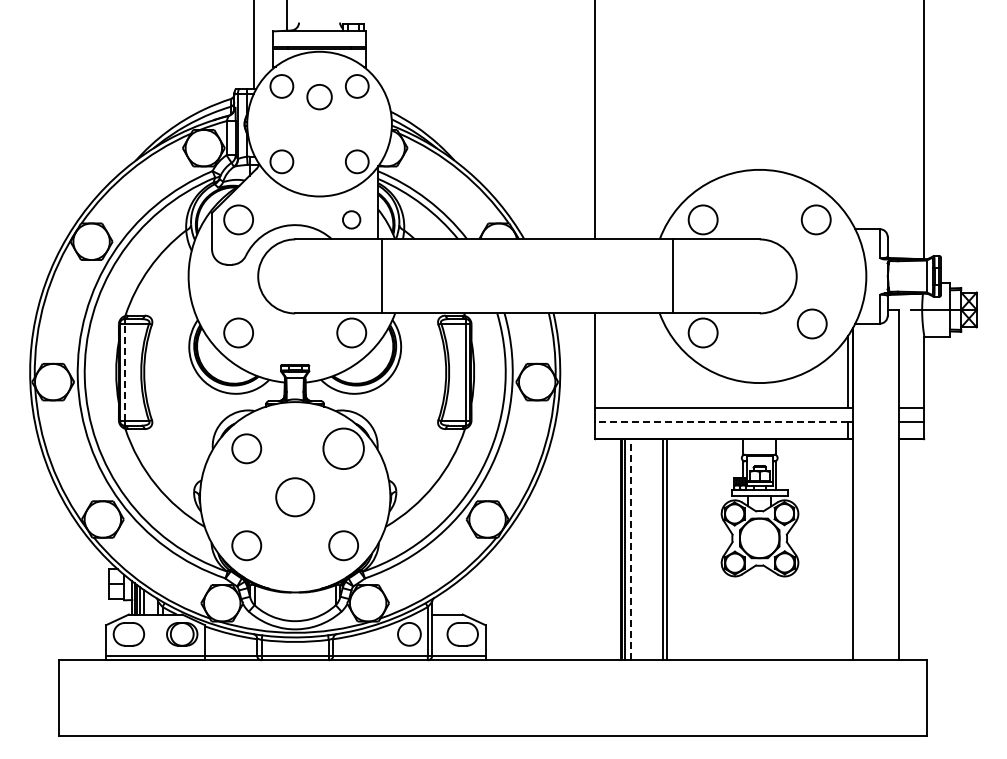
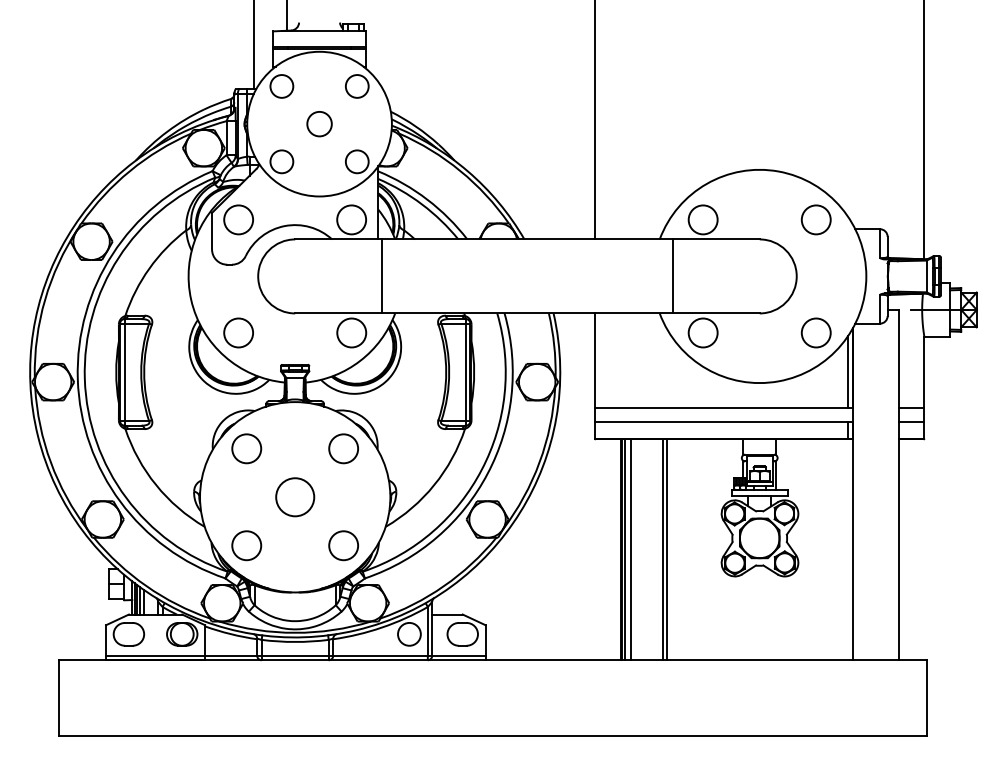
circle at (319, 97) position: (319, 97) -> (319, 124)
circle at (351, 219) diameter: 17 px -> 29 px
circle at (811, 323) position: (811, 323) -> (815, 332)
line at (124, 372): dashed -> solid
line at (721, 421): dashed -> solid
circle at (343, 448) diameter: 41 px -> 29 px
line at (631, 549): dashed -> solid
